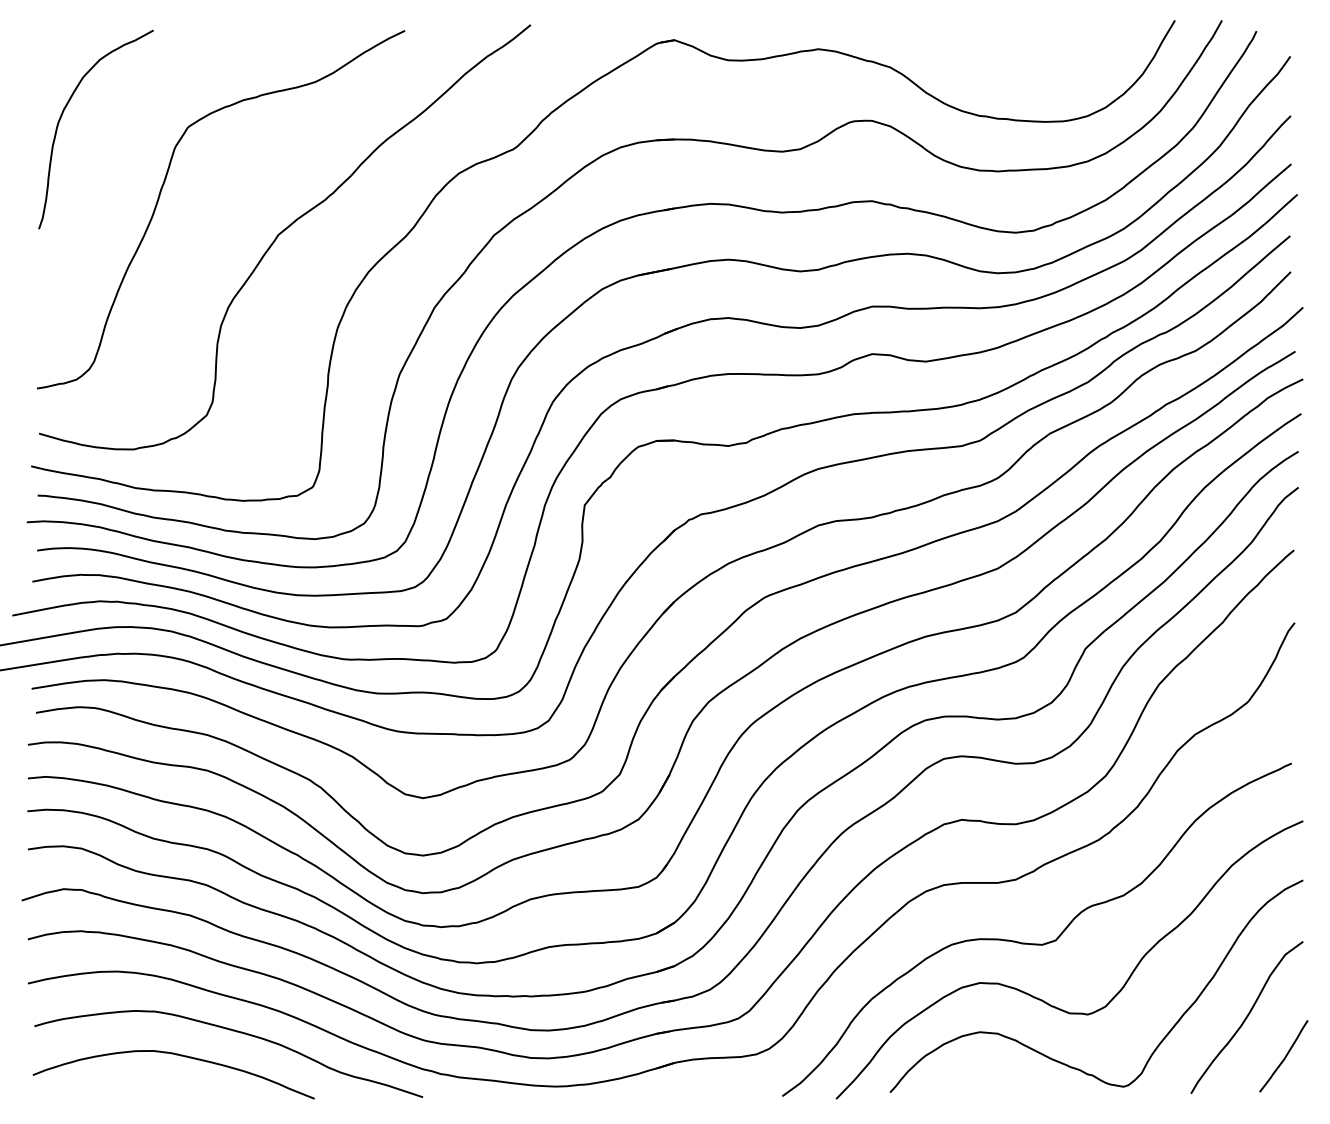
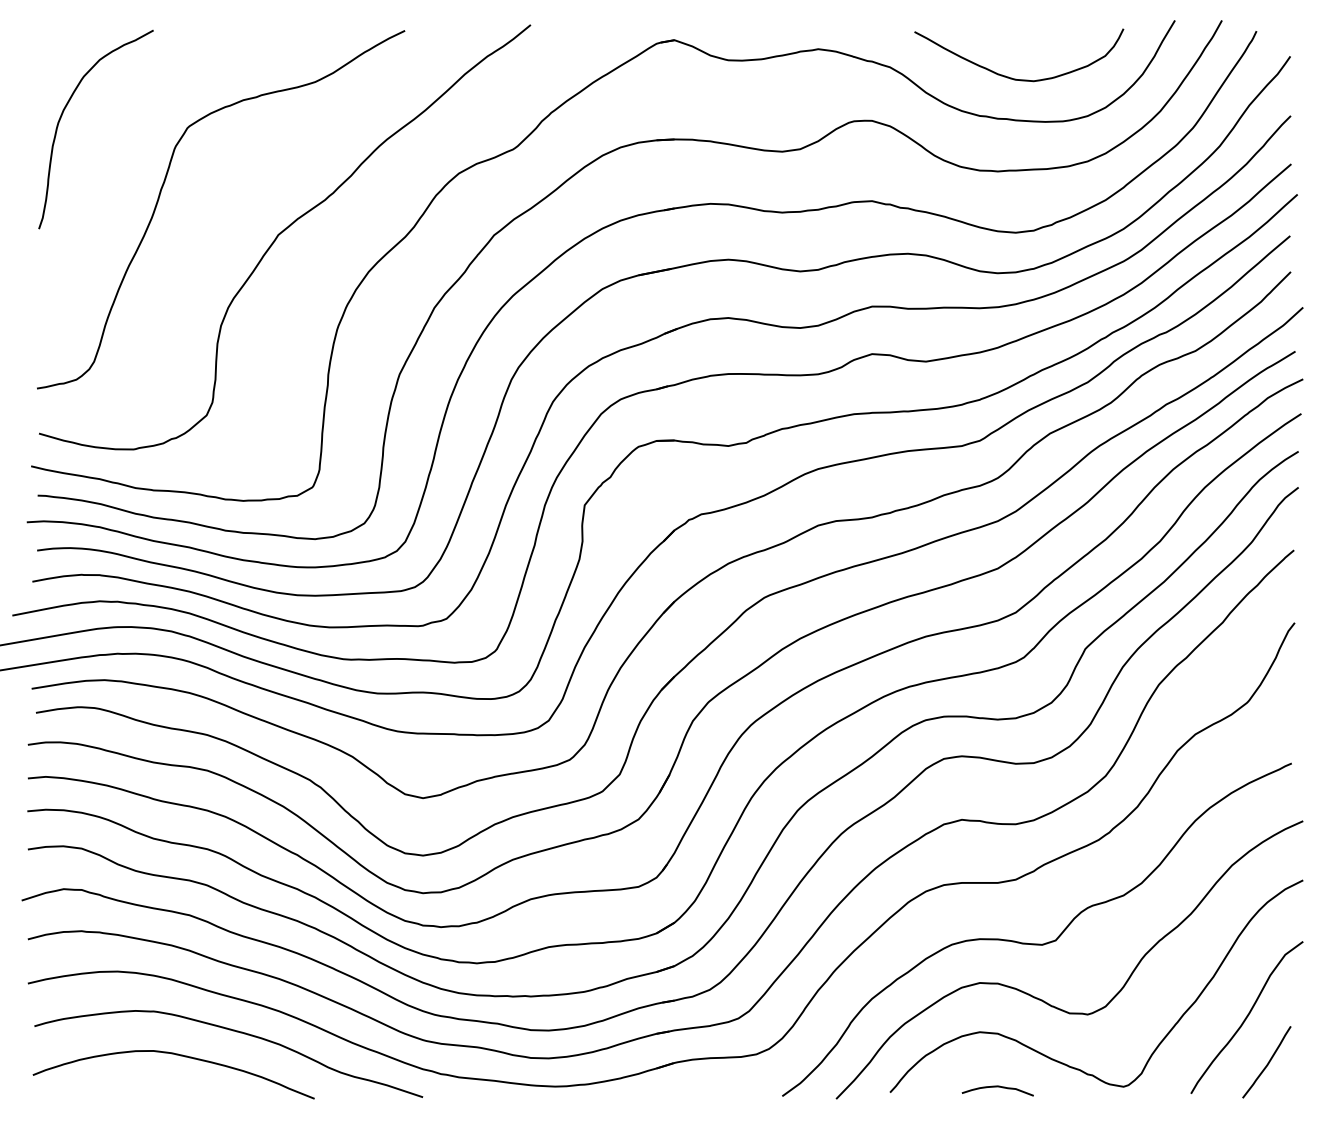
curve at (1015, 78): none -> present
curve at (1284, 1056) position: (1284, 1056) -> (1267, 1062)
curve at (997, 1087): none -> present
